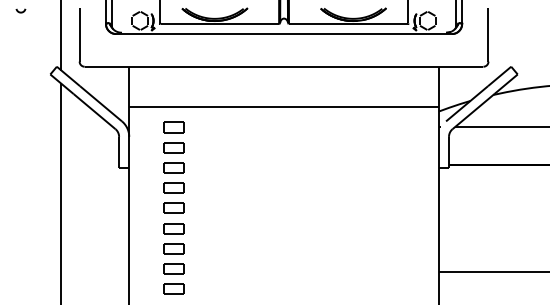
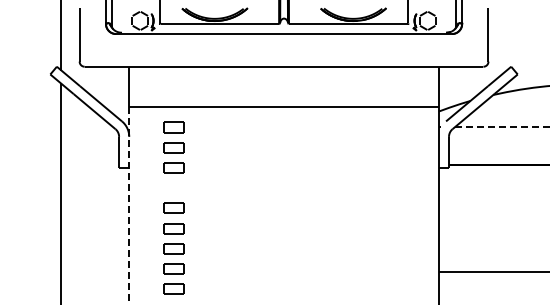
curve at (20, 11): present -> none
line at (502, 127): solid -> dashed
part at (173, 187): present -> none
line at (129, 206): solid -> dashed
